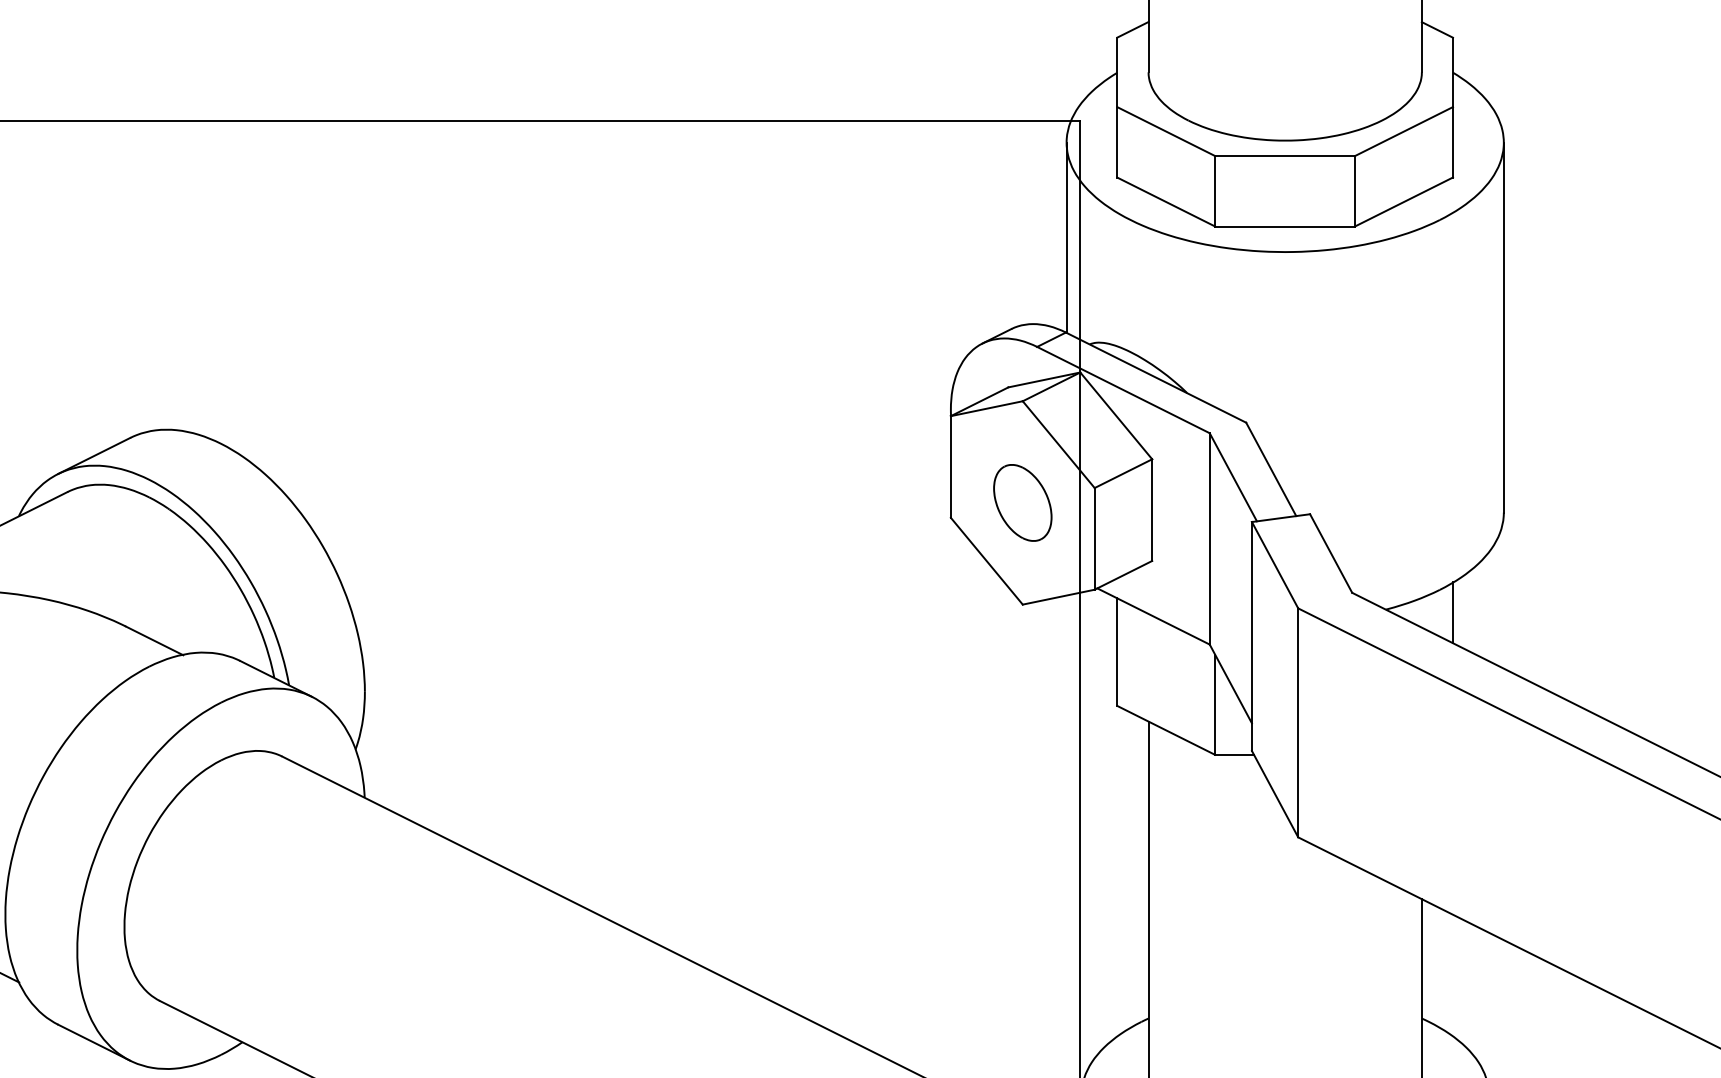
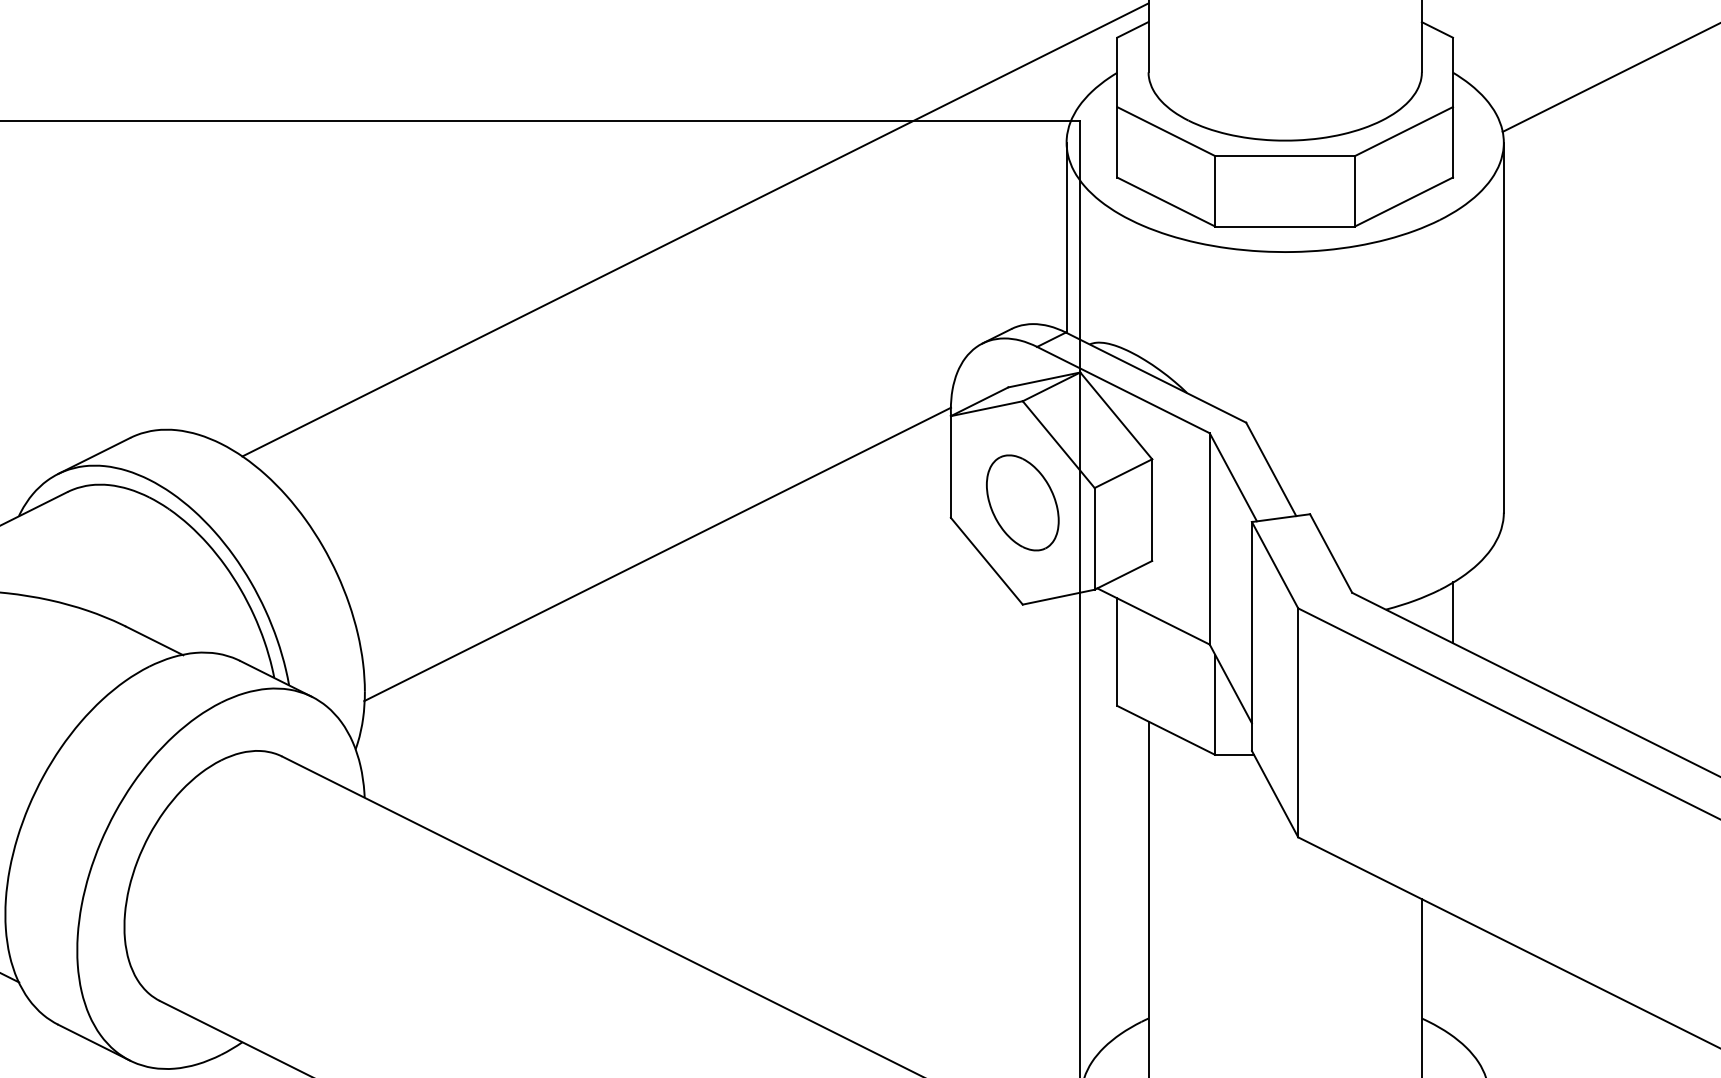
line at (1609, 77): none -> present
line at (695, 229): none -> present
part at (1022, 502) size: 60x78 px -> 74x98 px
line at (657, 554): none -> present
